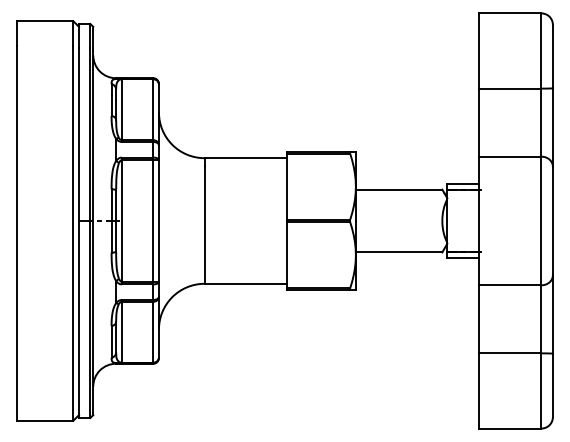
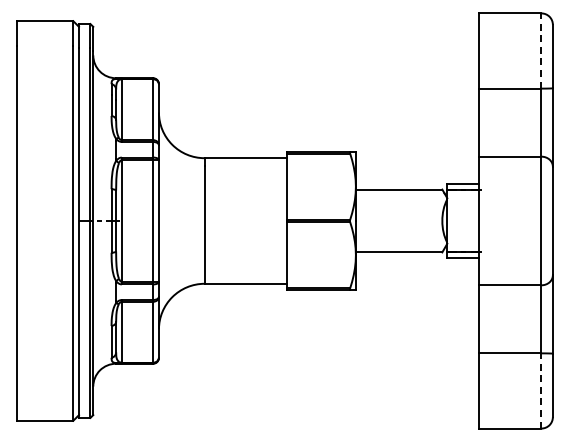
line at (541, 51): solid -> dashed
line at (541, 390): solid -> dashed
